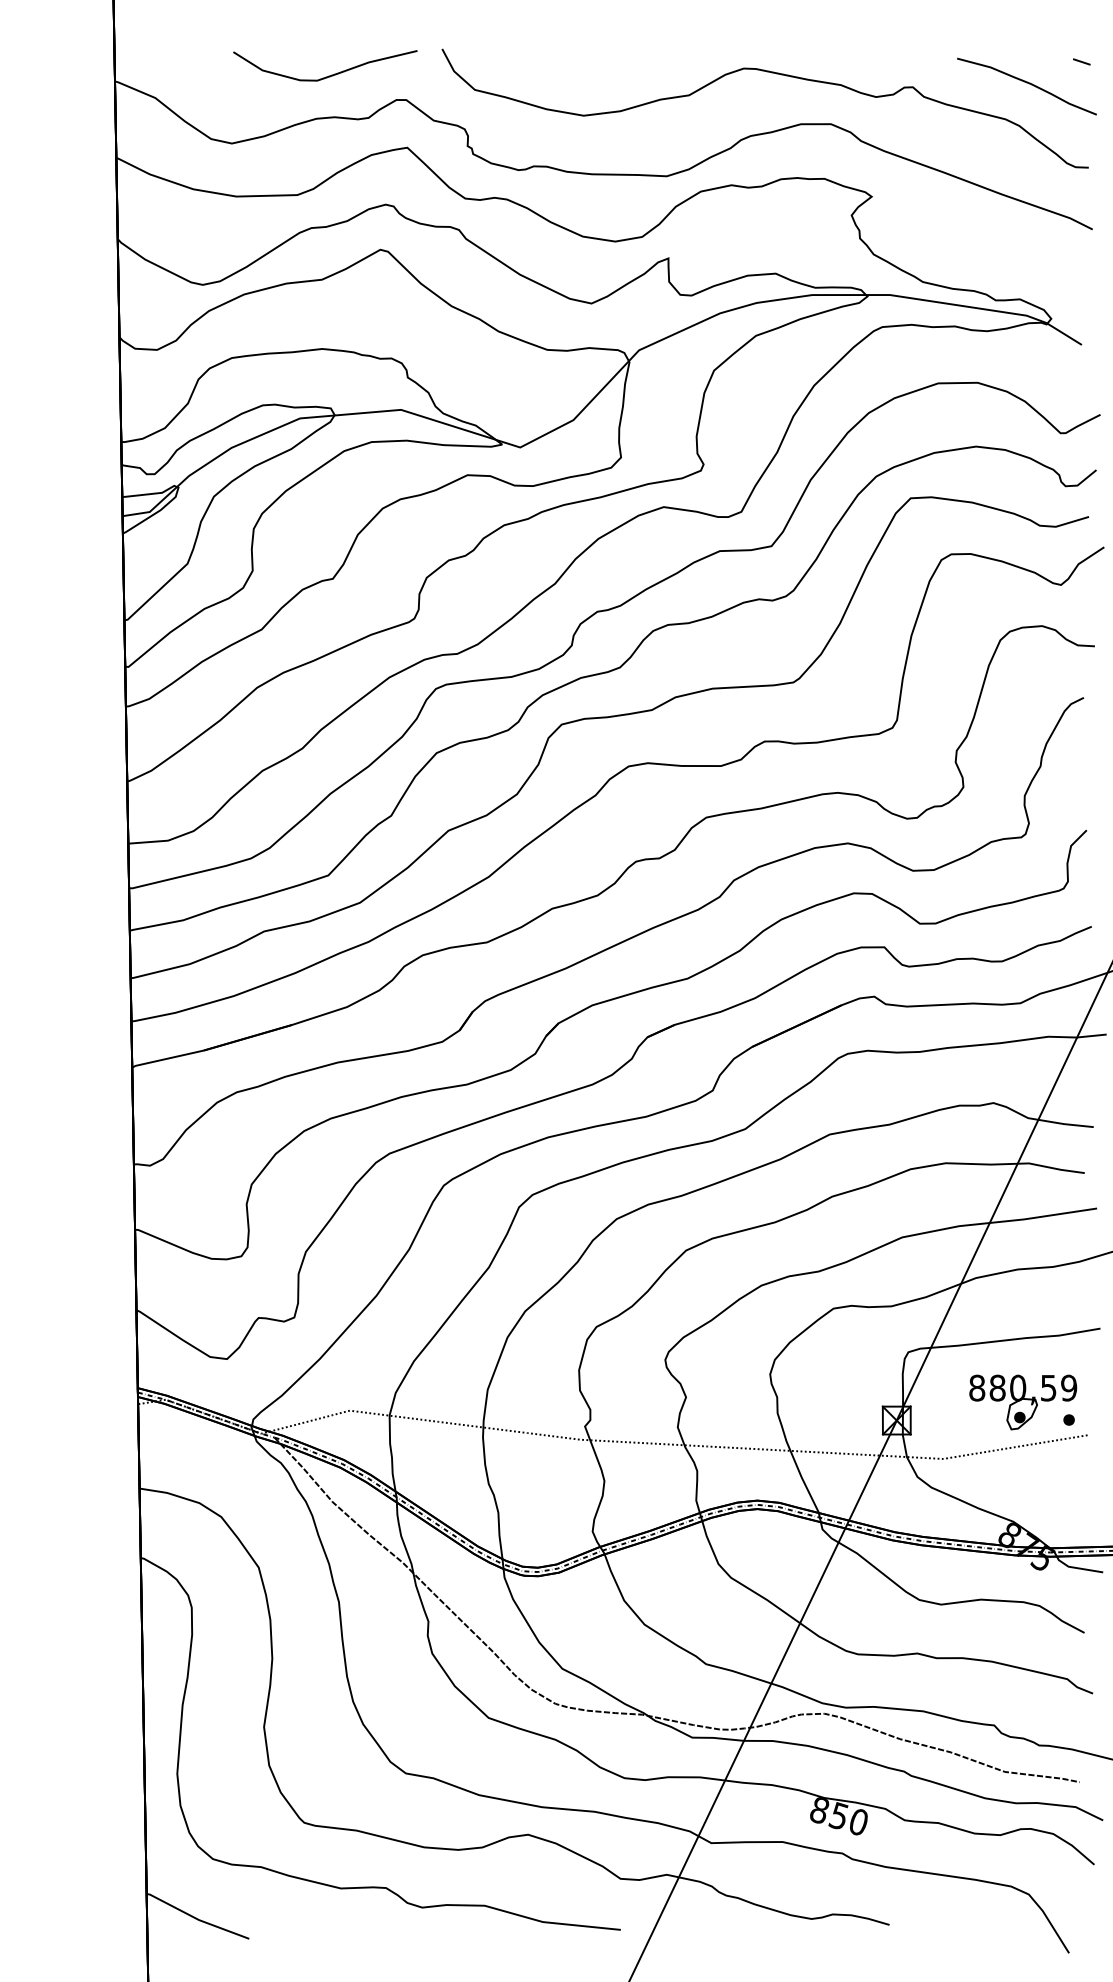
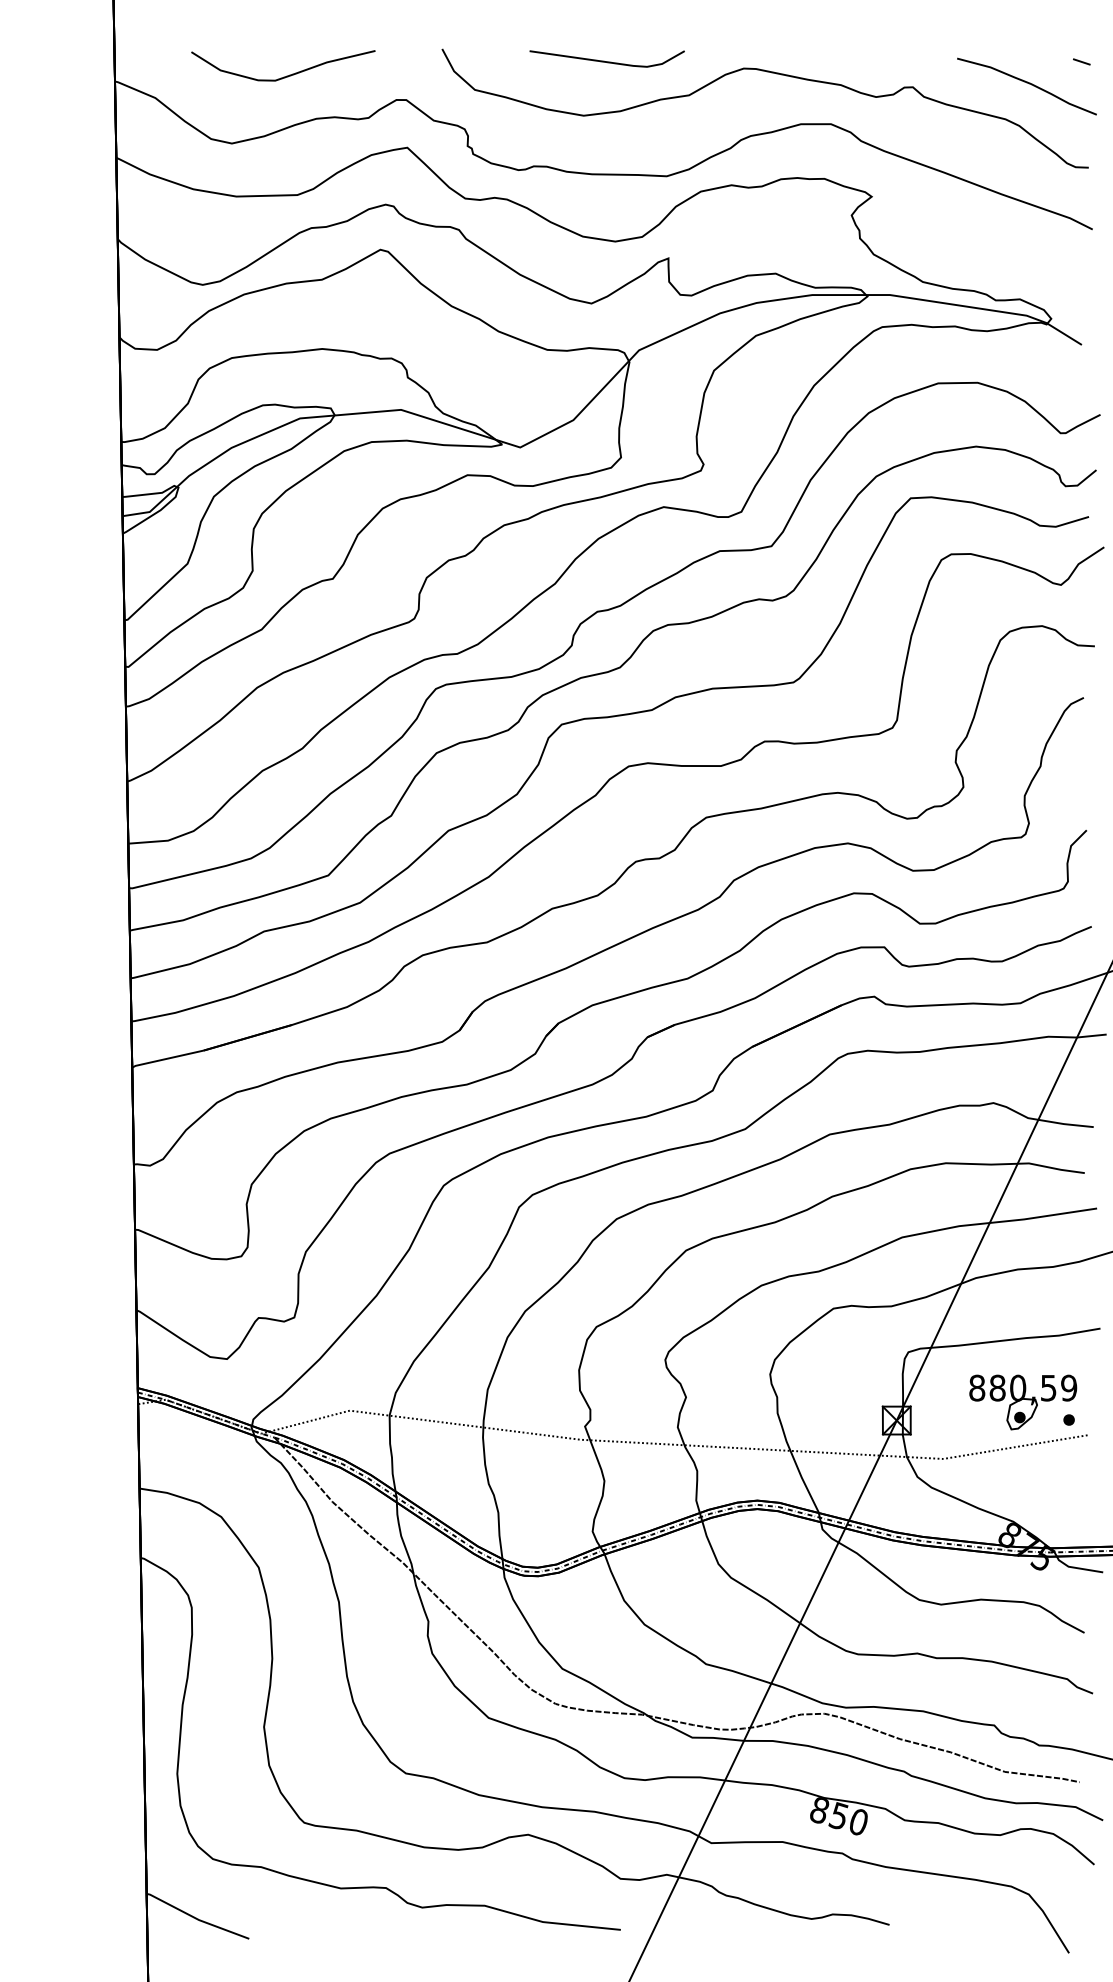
line at (604, 60): none -> present
curve at (328, 75) position: (328, 75) -> (286, 75)
